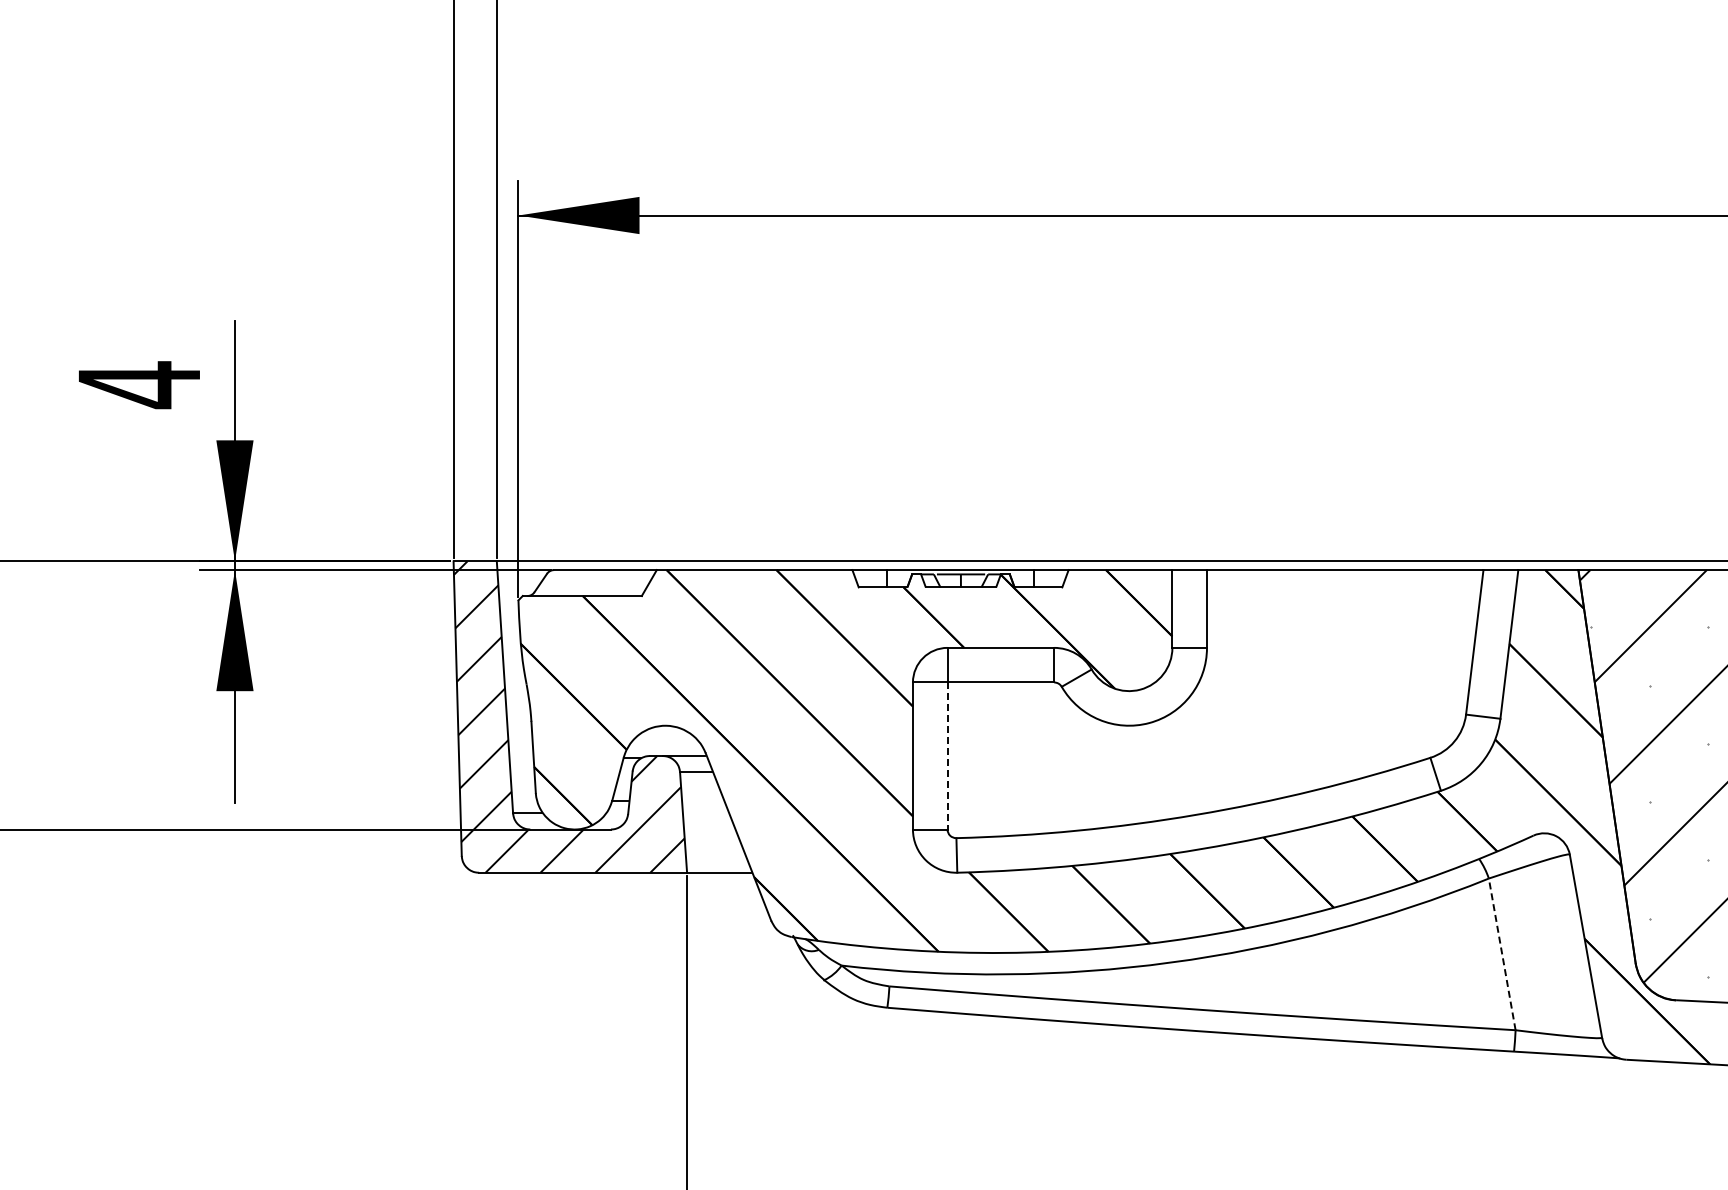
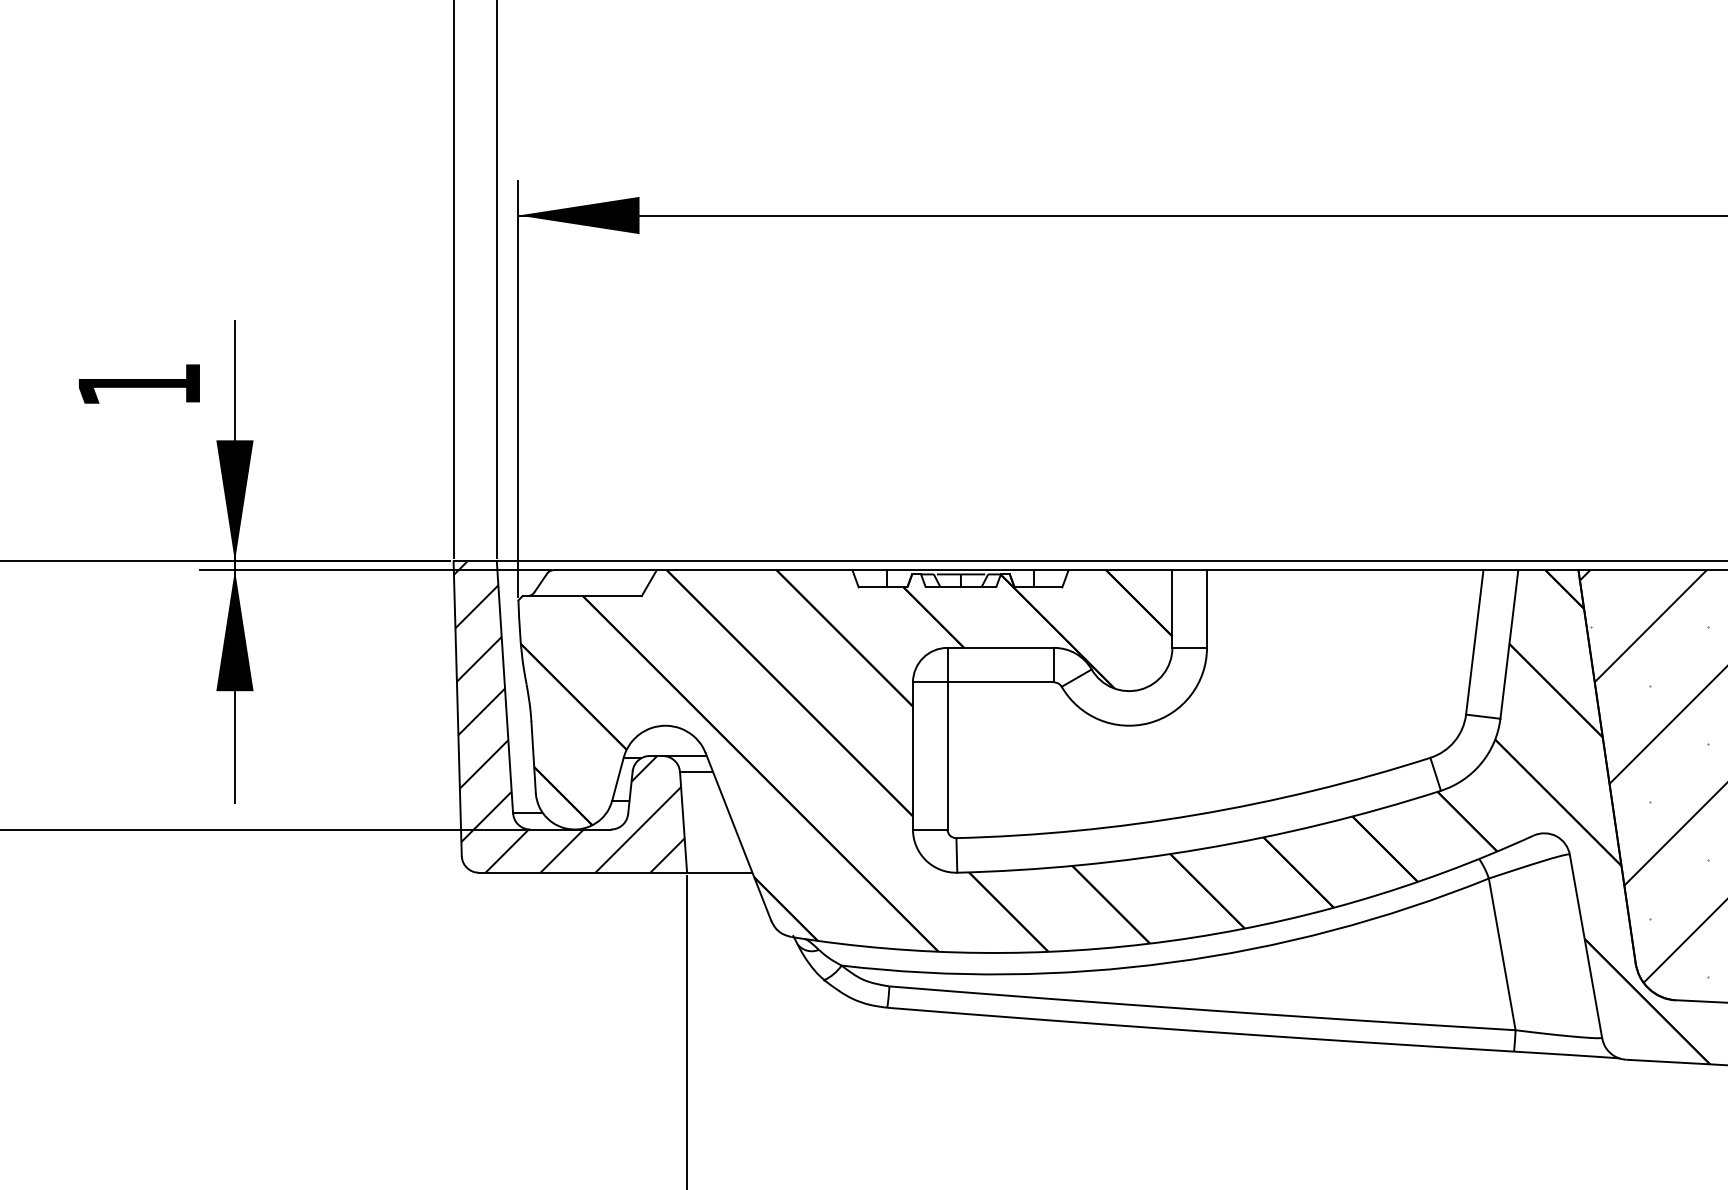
text at (138, 385): 4 -> 1
line at (947, 755): dashed -> solid
line at (1502, 953): dashed -> solid
